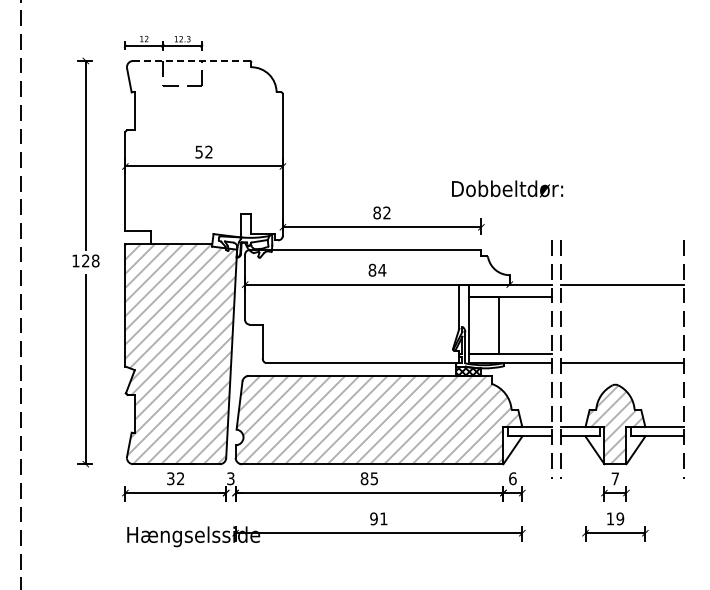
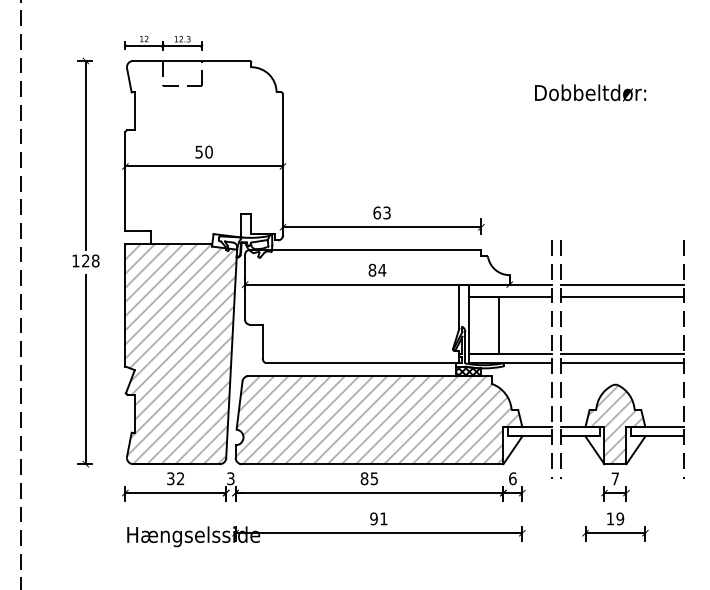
line at (192, 60): dashed -> solid
text at (208, 151): 52 -> 50
text at (507, 188) position: (507, 188) -> (590, 92)
text at (381, 212): 82 -> 63
line at (622, 297): none -> present
line at (622, 353): none -> present
